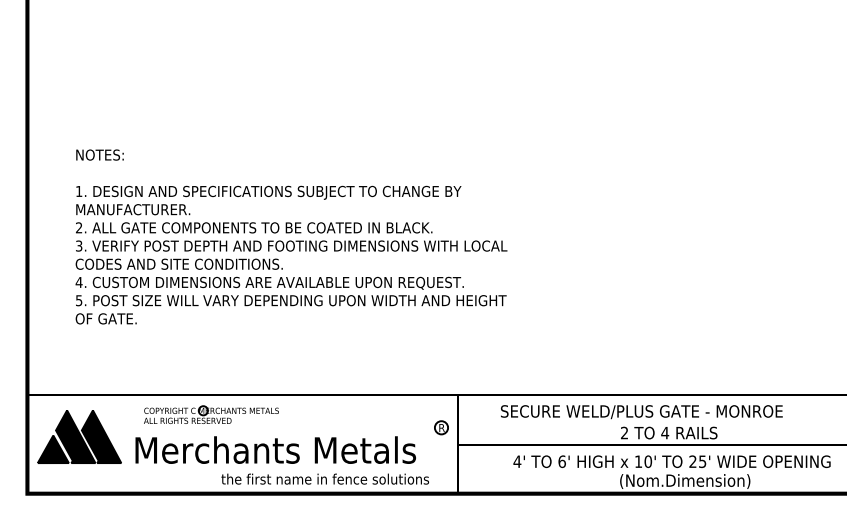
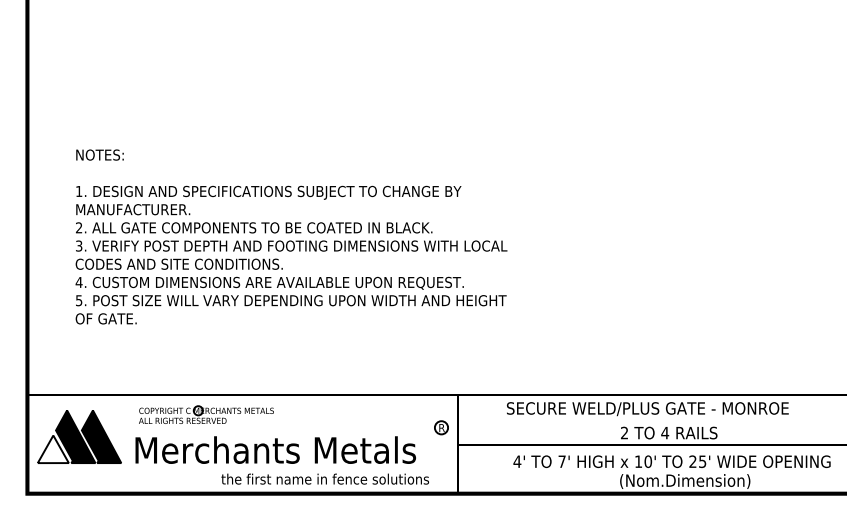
text at (641, 412) position: (641, 412) -> (647, 409)
part at (211, 414) position: (211, 414) -> (206, 414)
fill at (52, 449): present -> none
text at (561, 461): 6' -> 7'
